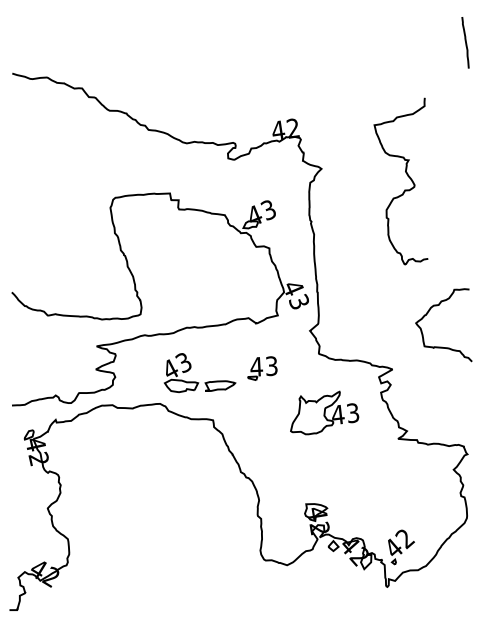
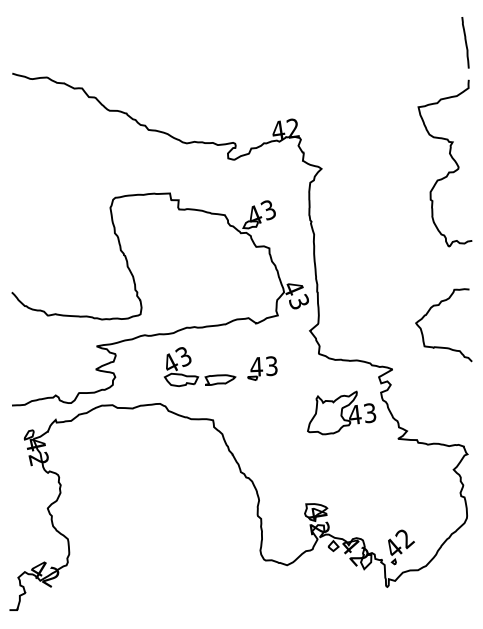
curve at (407, 176) position: (407, 176) -> (451, 158)
part at (196, 381) position: (196, 381) -> (196, 375)
part at (324, 412) position: (324, 412) -> (341, 412)
